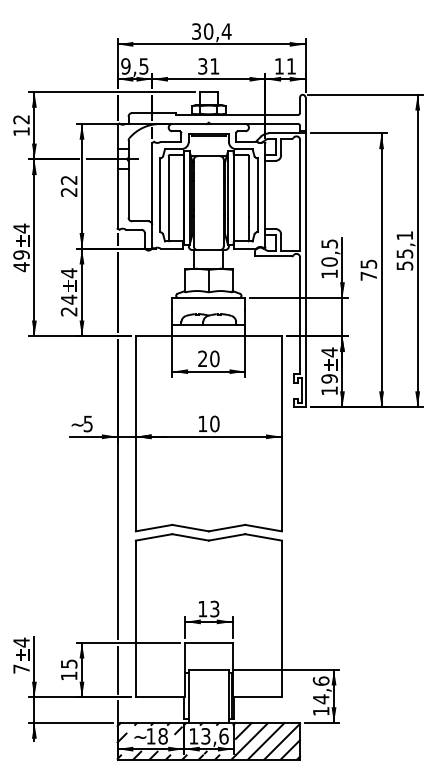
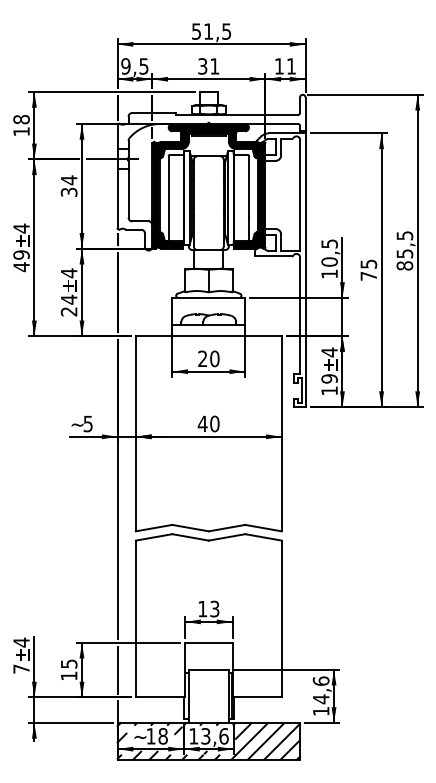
text at (211, 31): 30,4 -> 51,5
text at (21, 119): 12 -> 18
text at (68, 185): 22 -> 34
fill at (208, 185): none -> present
text at (404, 250): 55,1 -> 85,5
text at (202, 423): 10 -> 40
